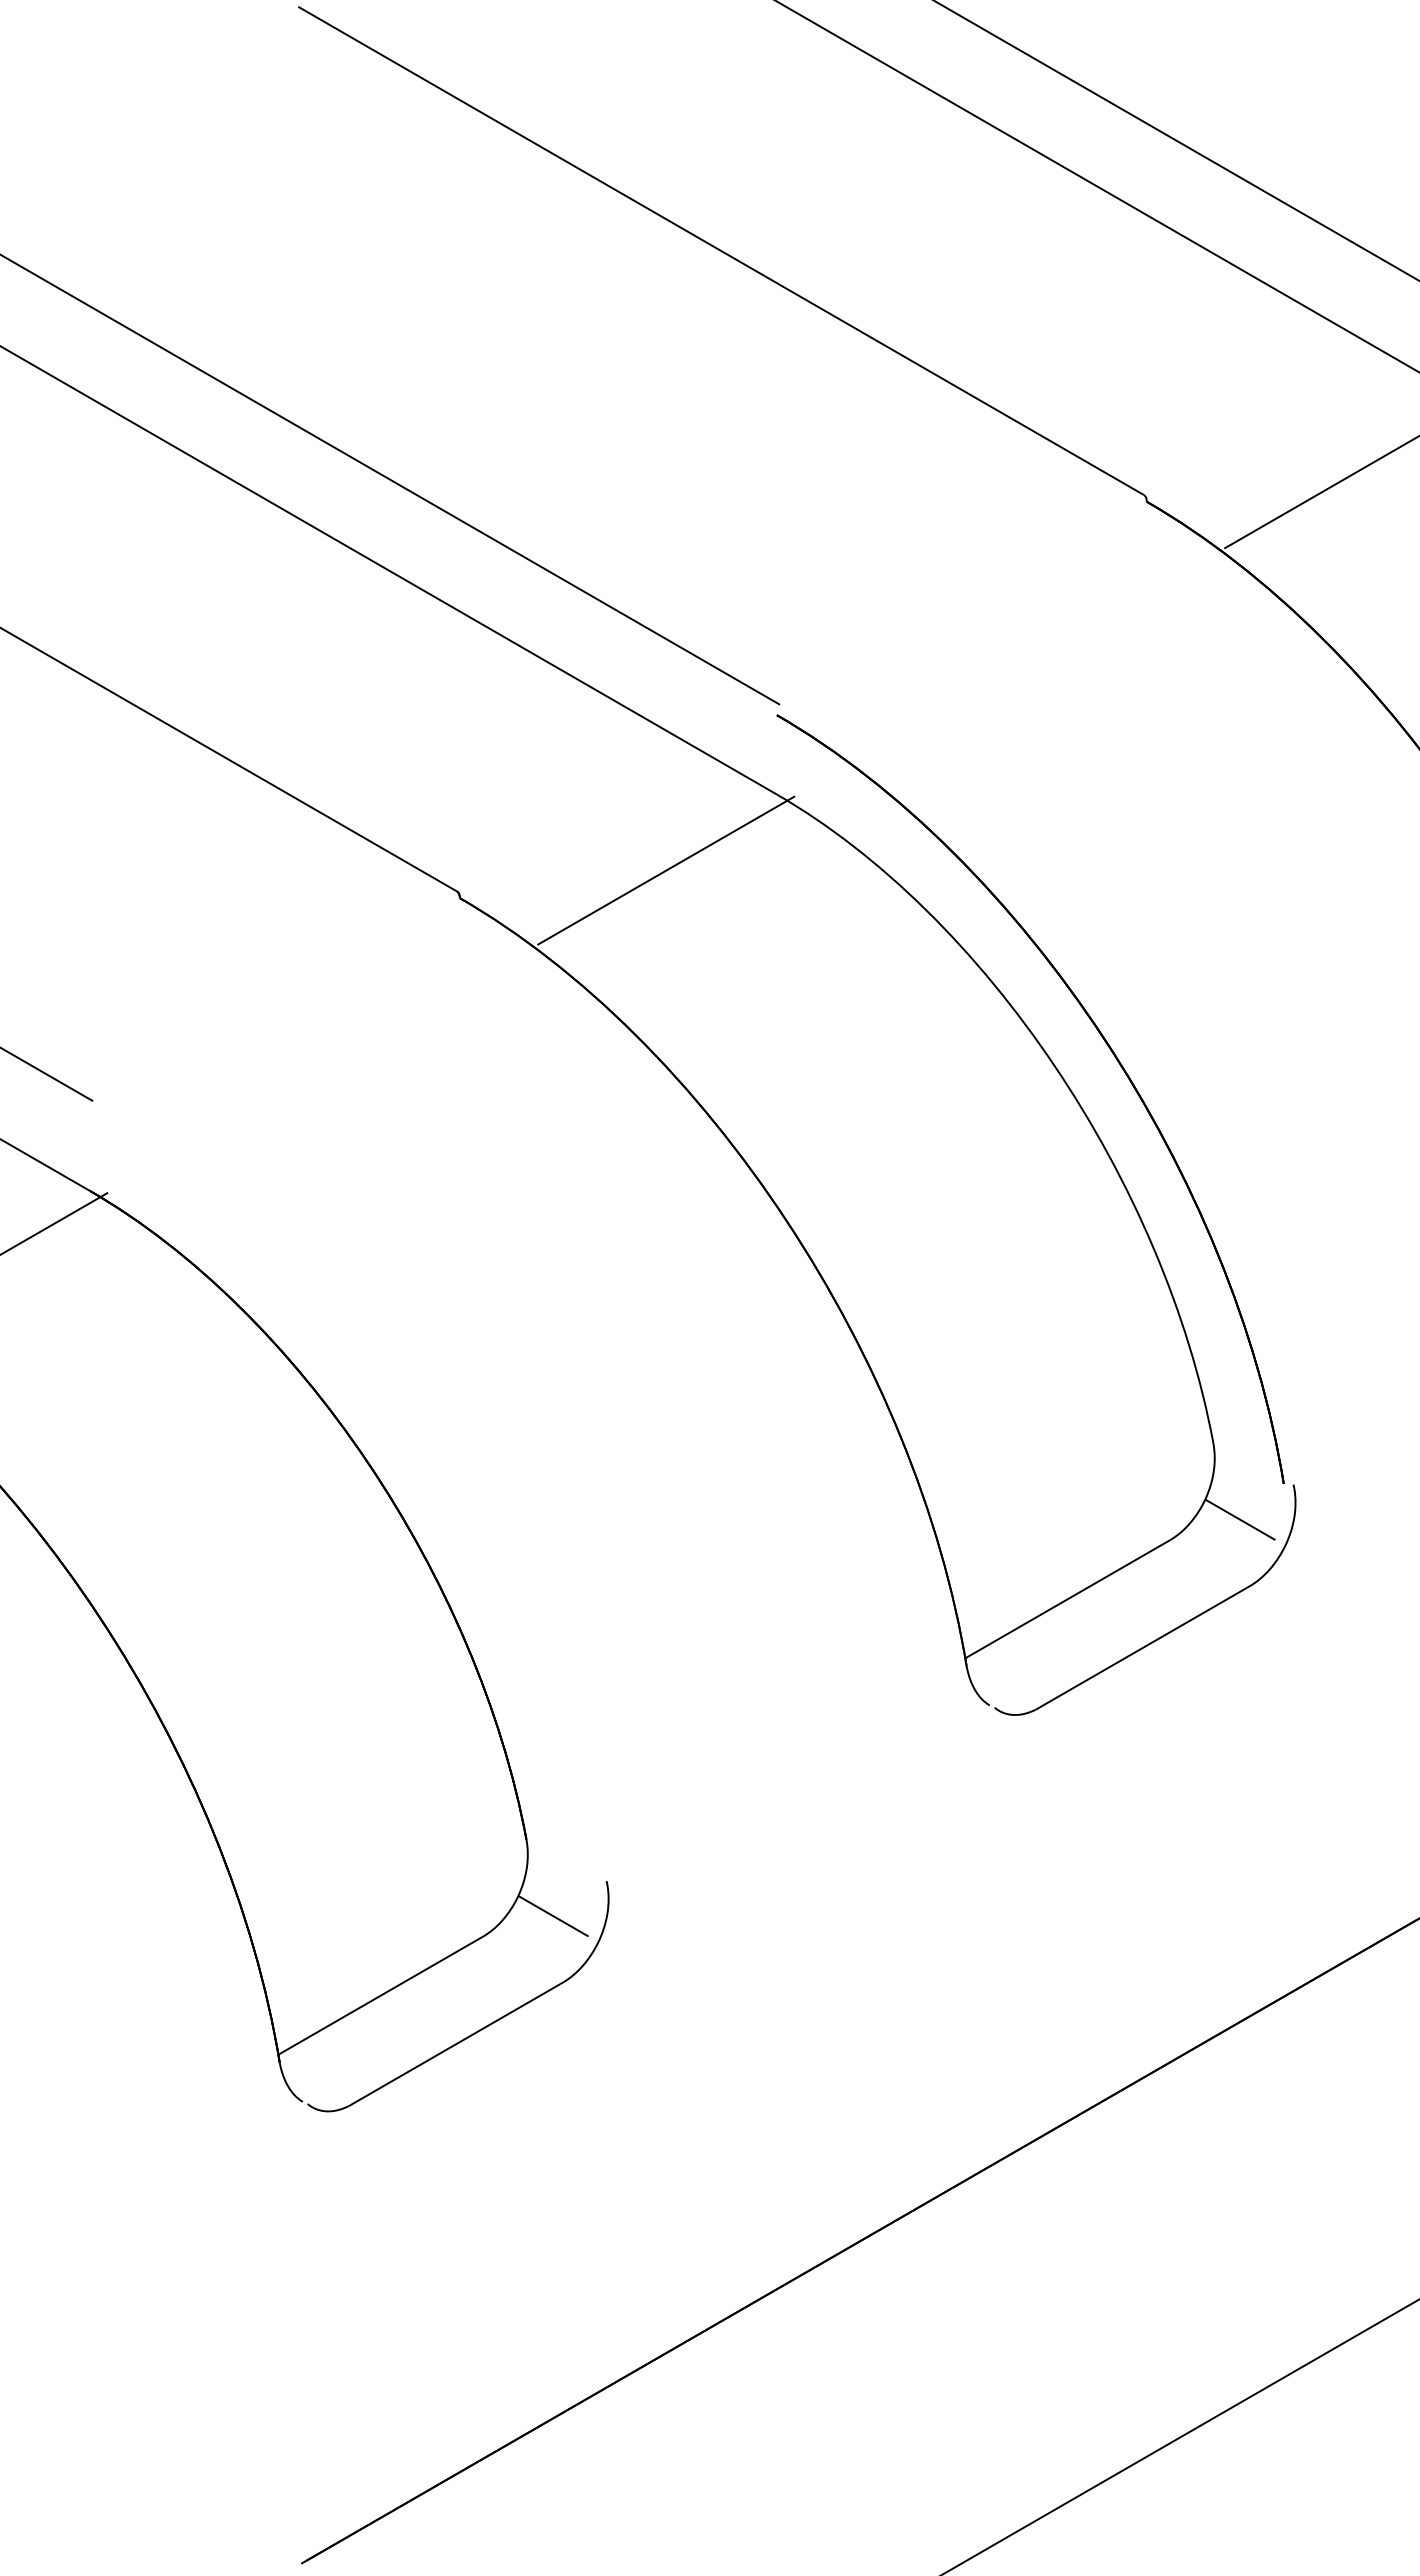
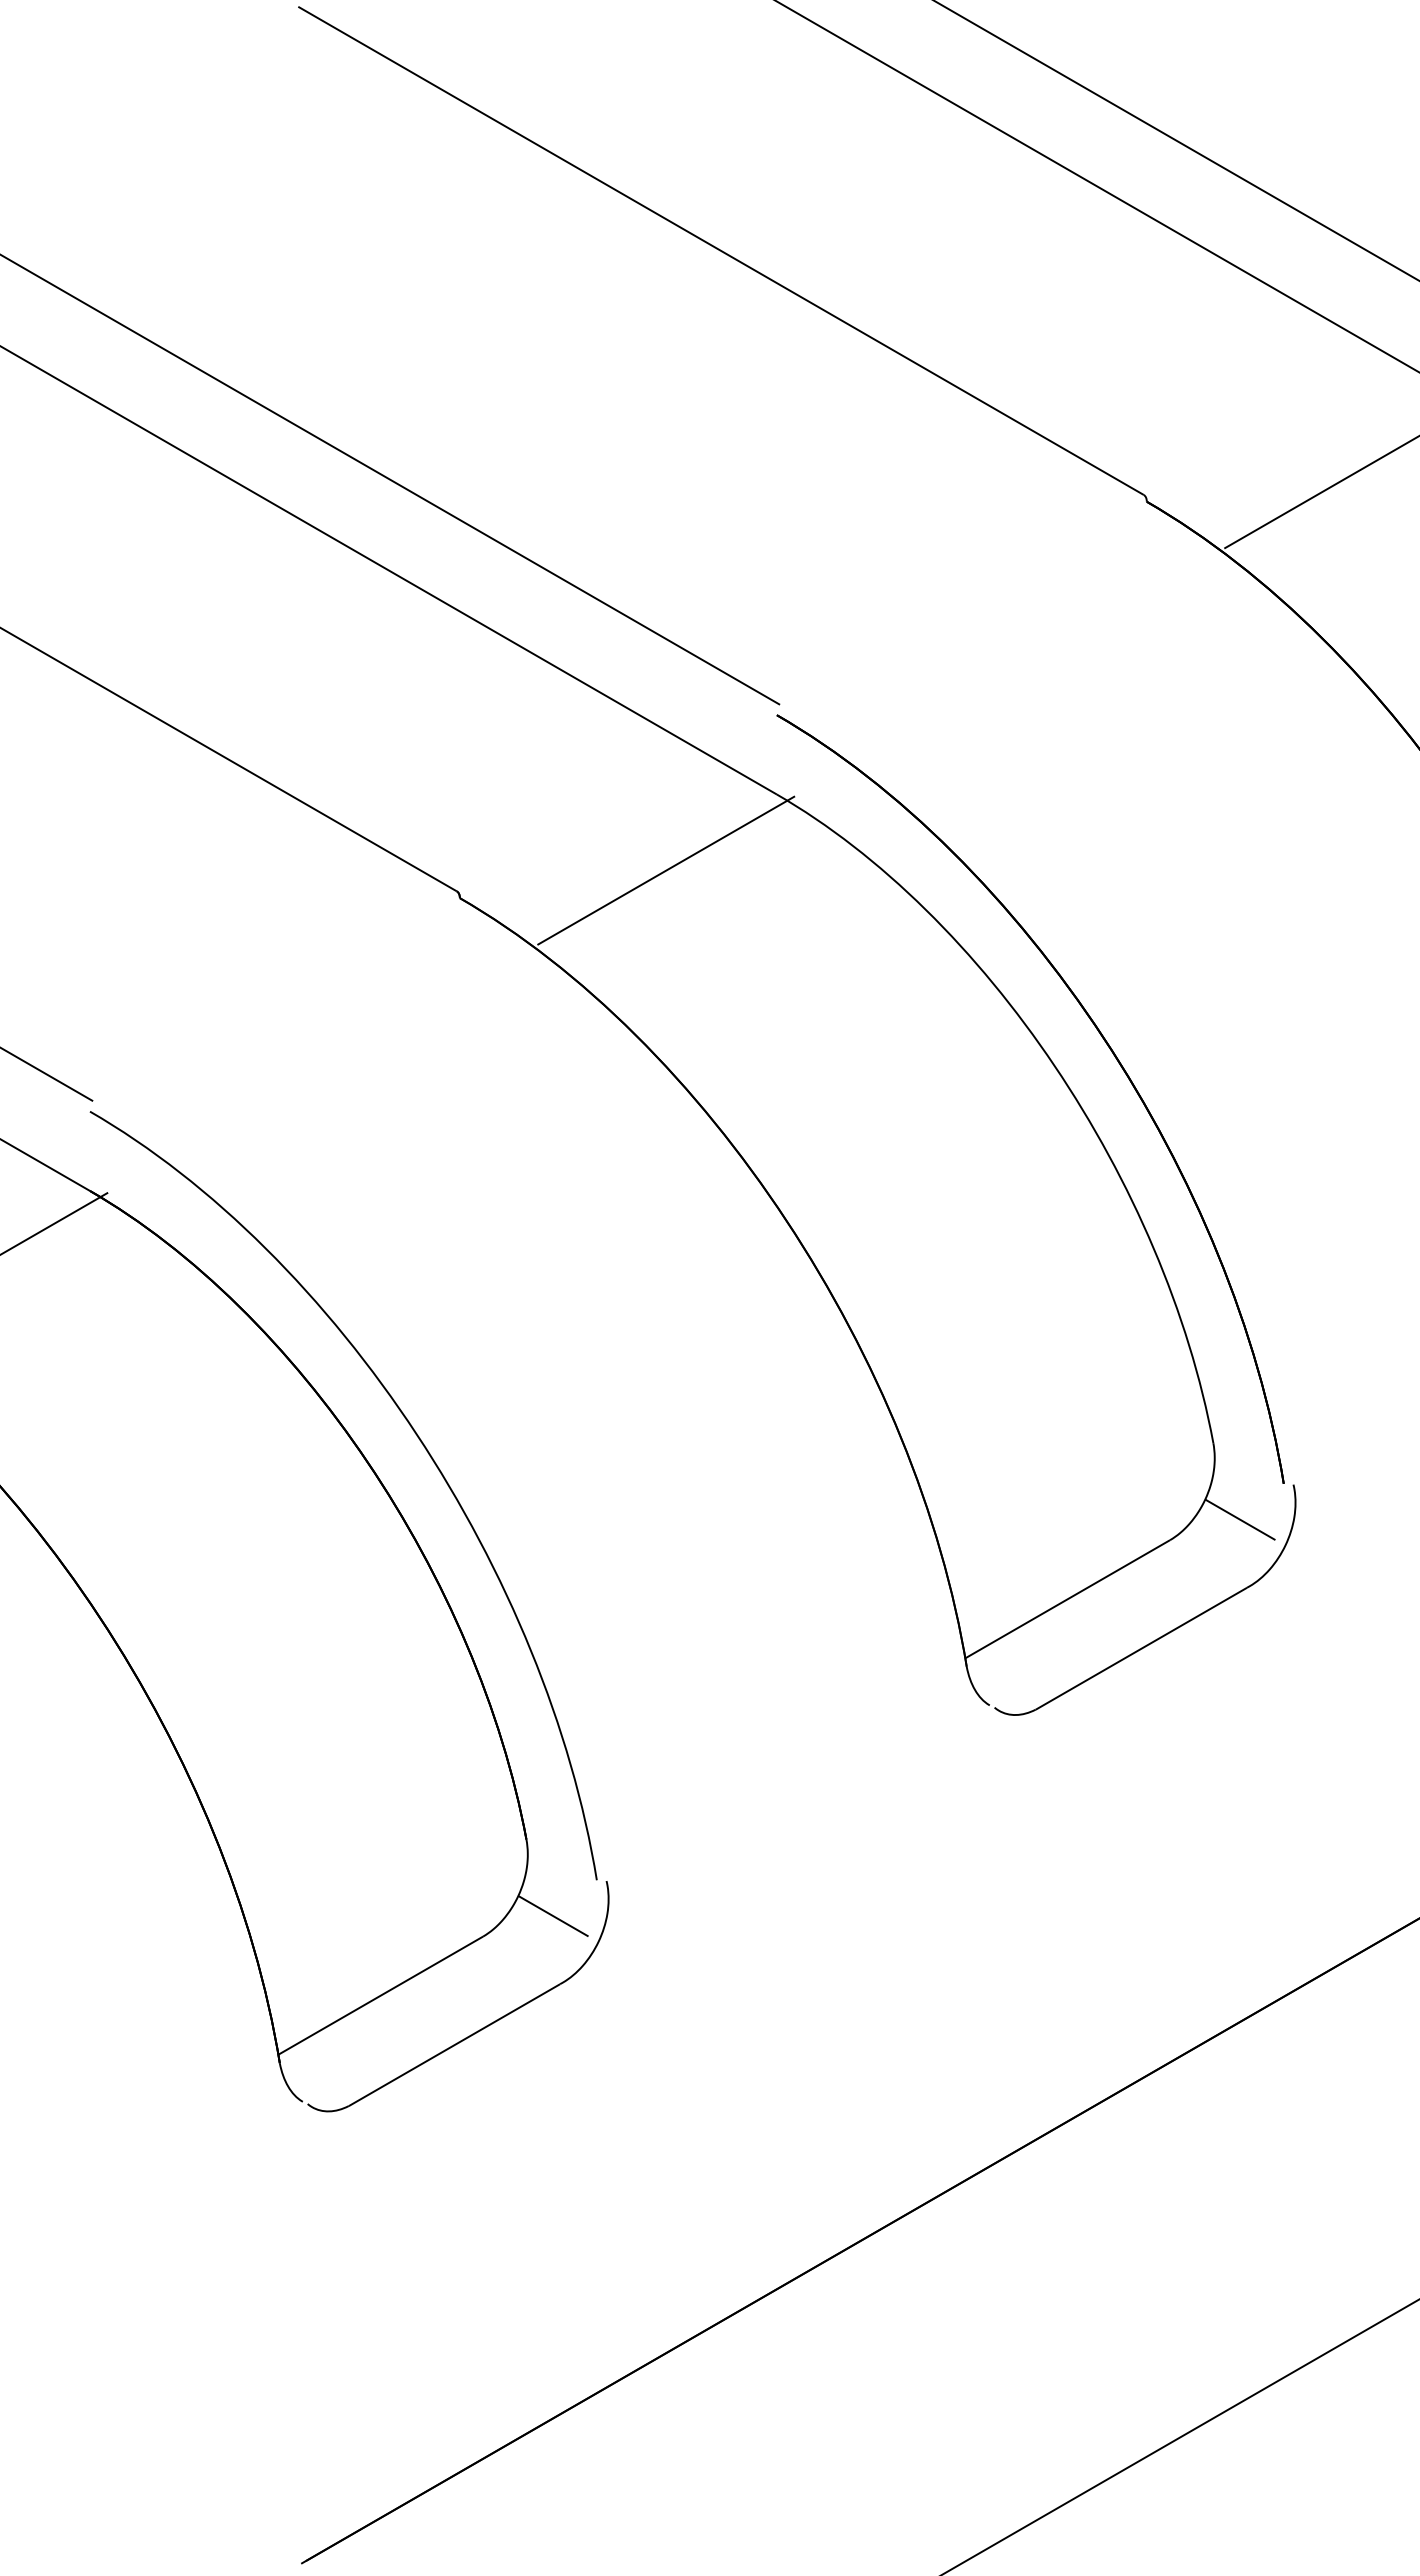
part at (420, 1442): none -> present
